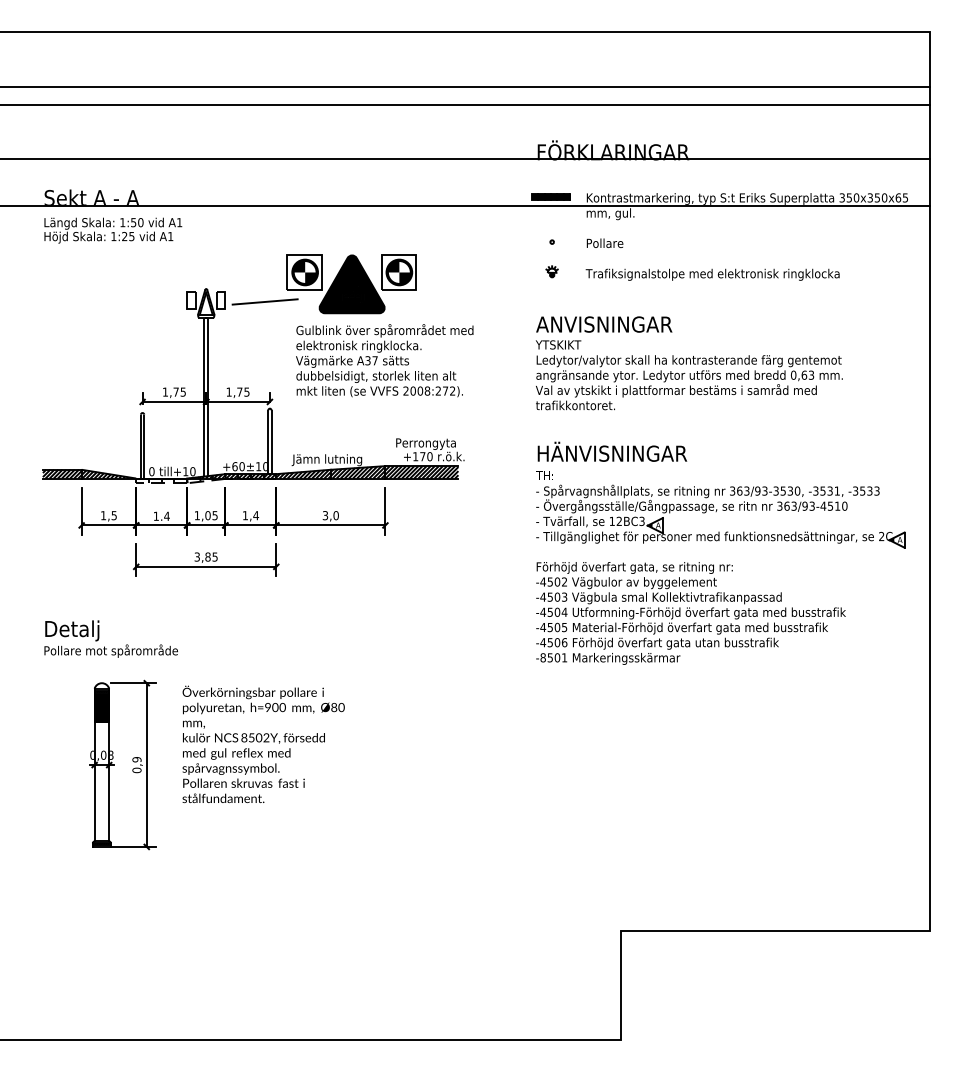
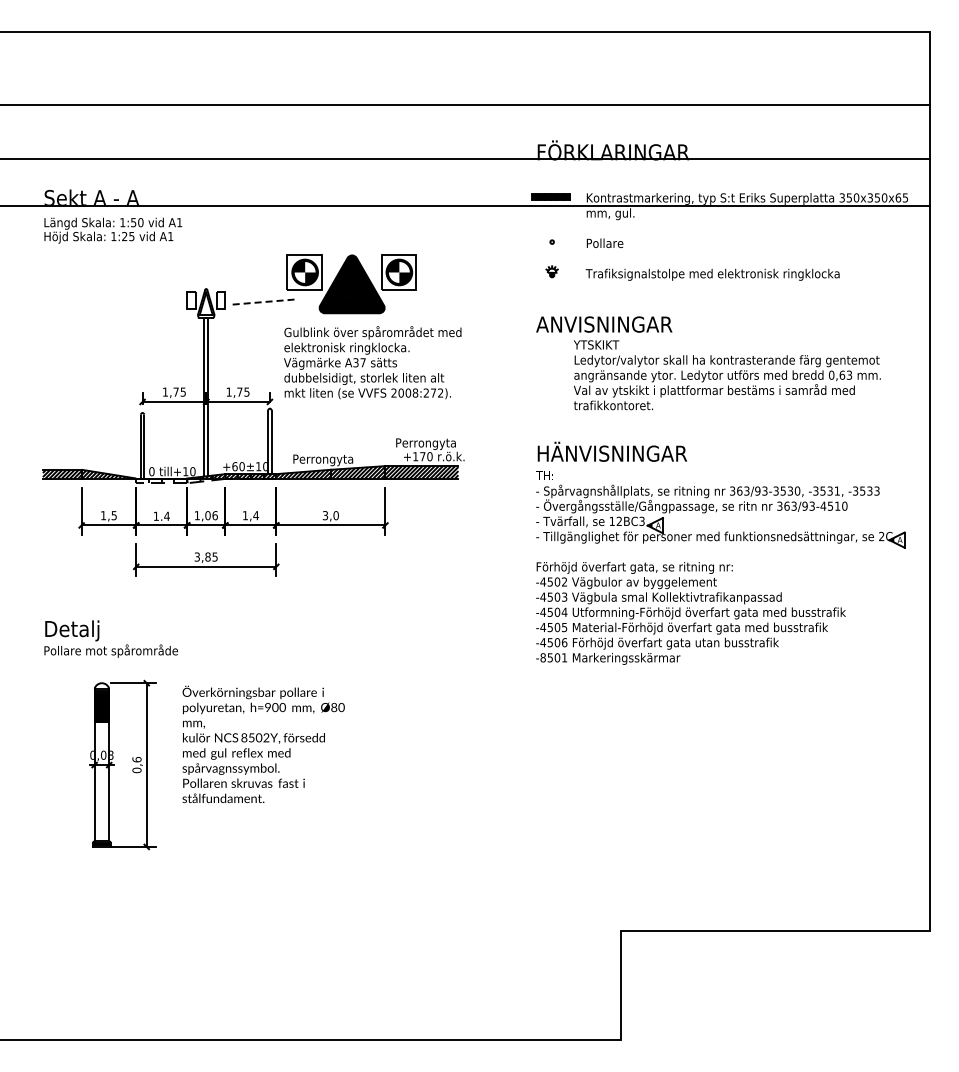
line at (466, 86): present -> none
line at (265, 301): solid -> dashed
text at (384, 360) position: (384, 360) -> (372, 362)
text at (688, 375) position: (688, 375) -> (726, 375)
text at (326, 460): Jämn lutning -> Perrongyta
text at (214, 515): 1,05 -> 1,06
text at (136, 759): 0,9 -> 0,6
